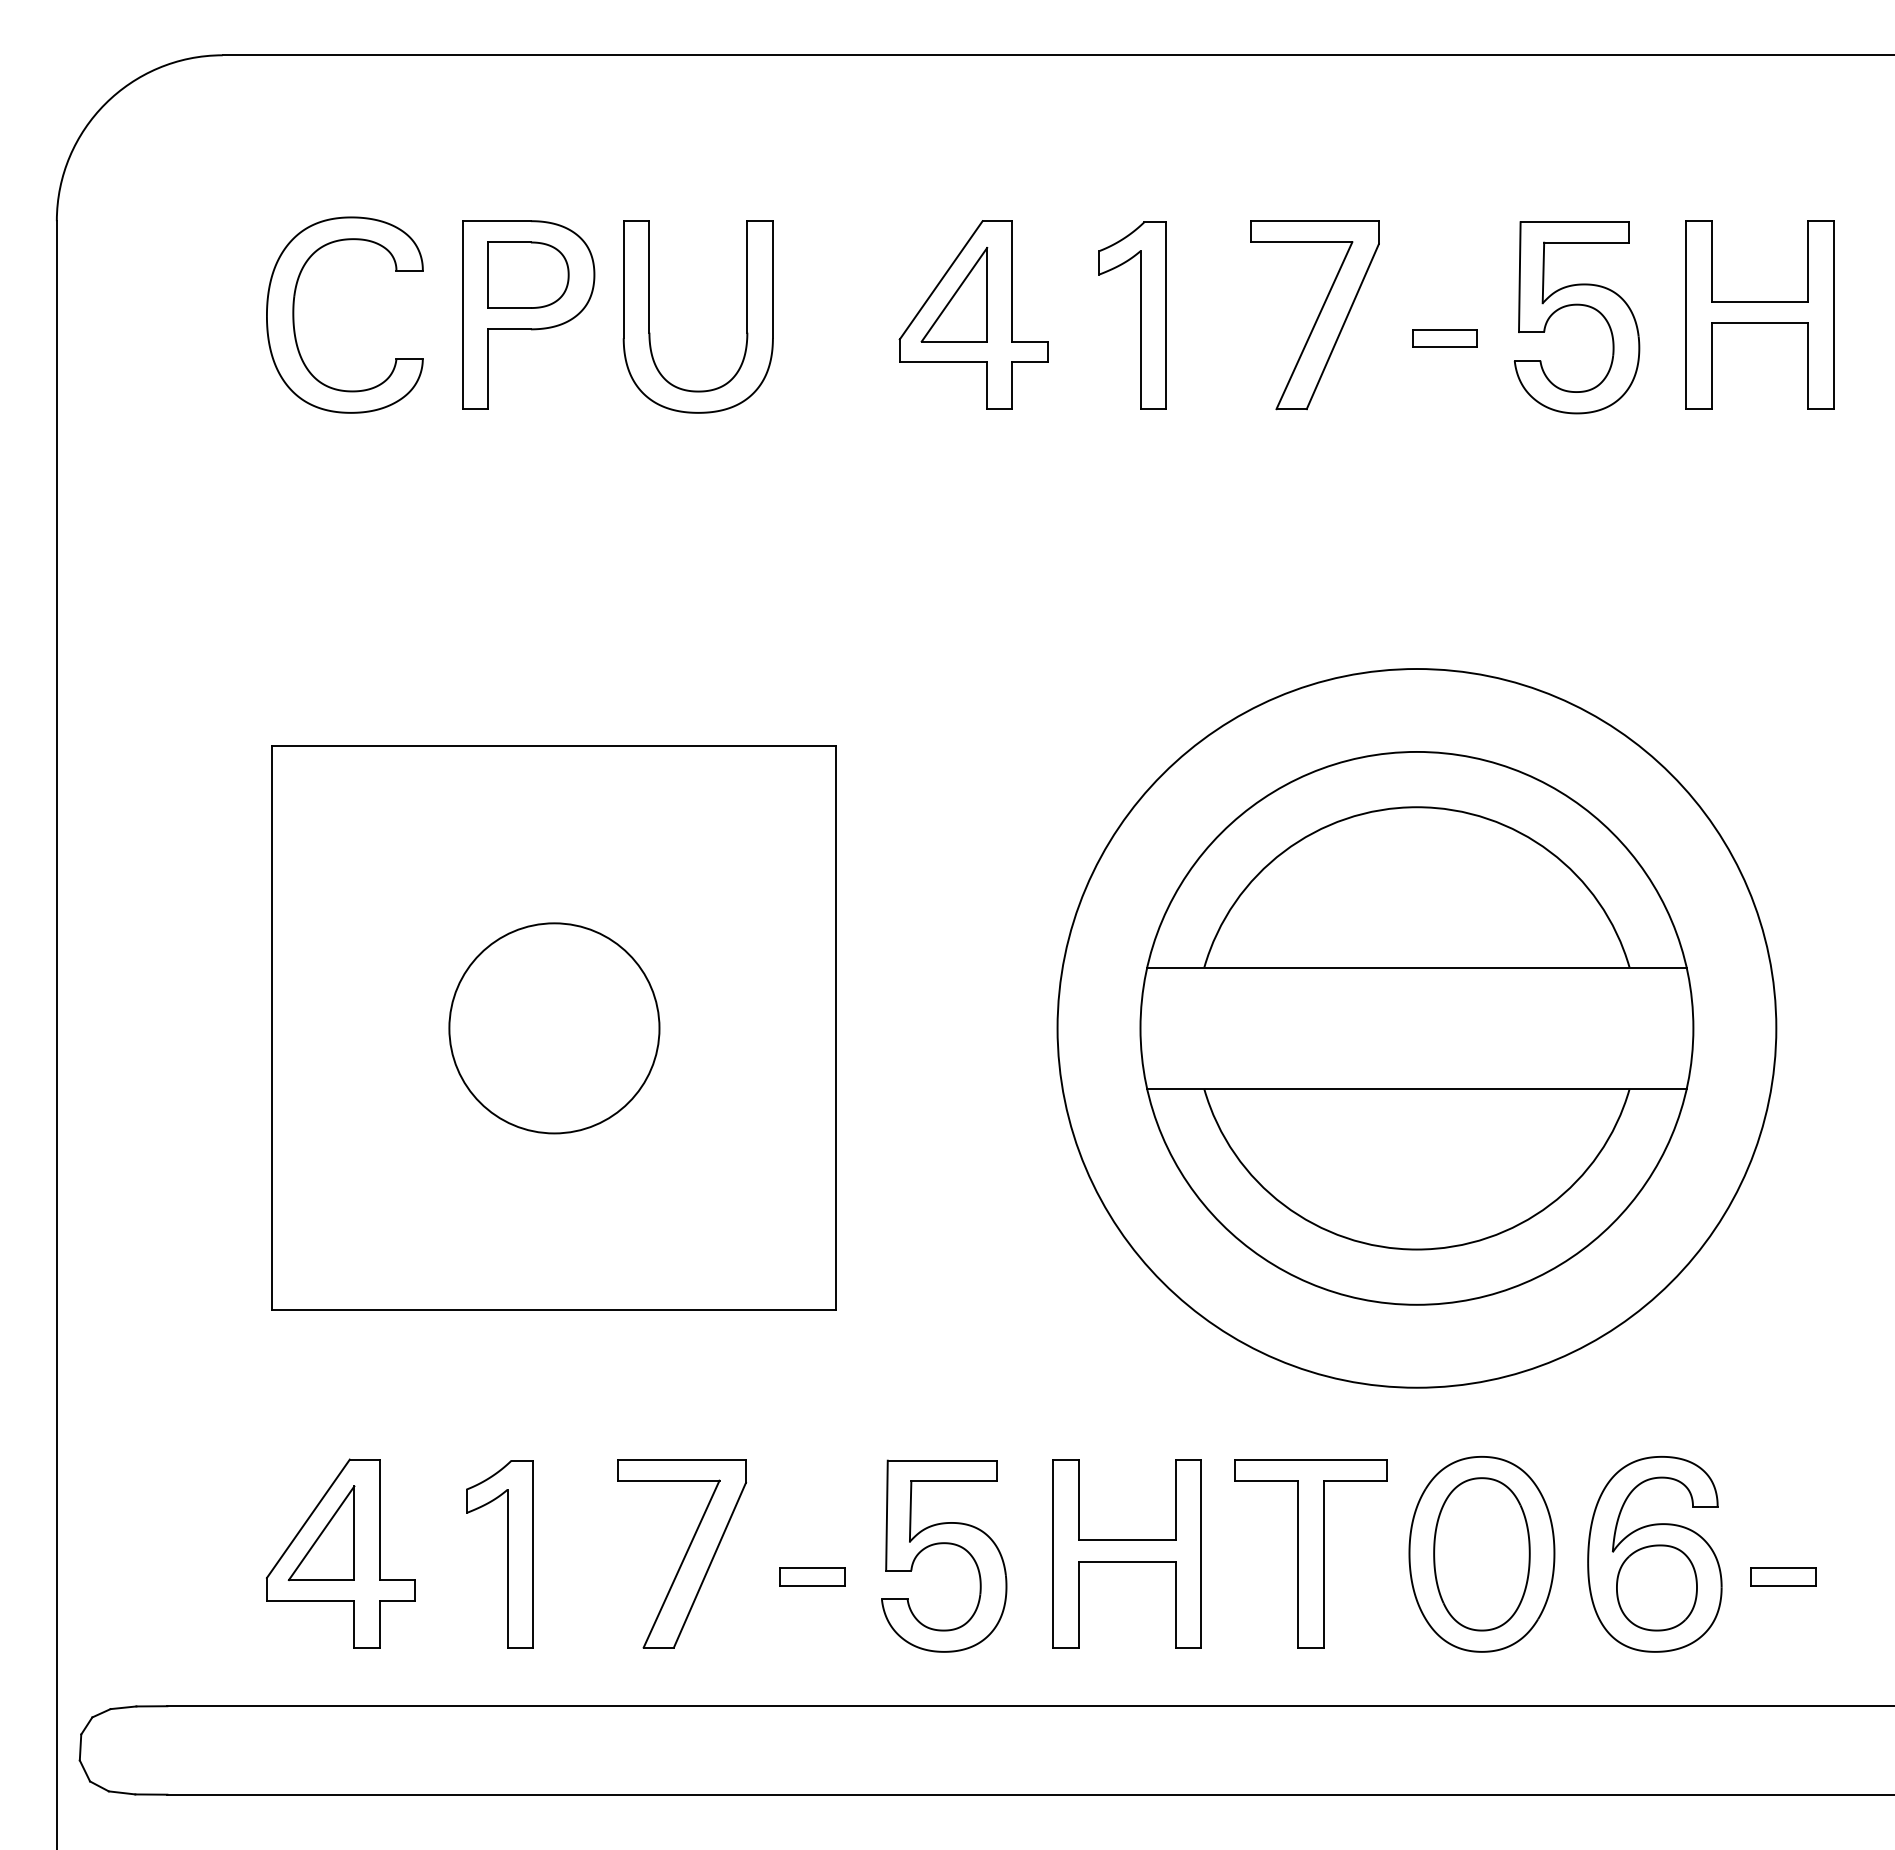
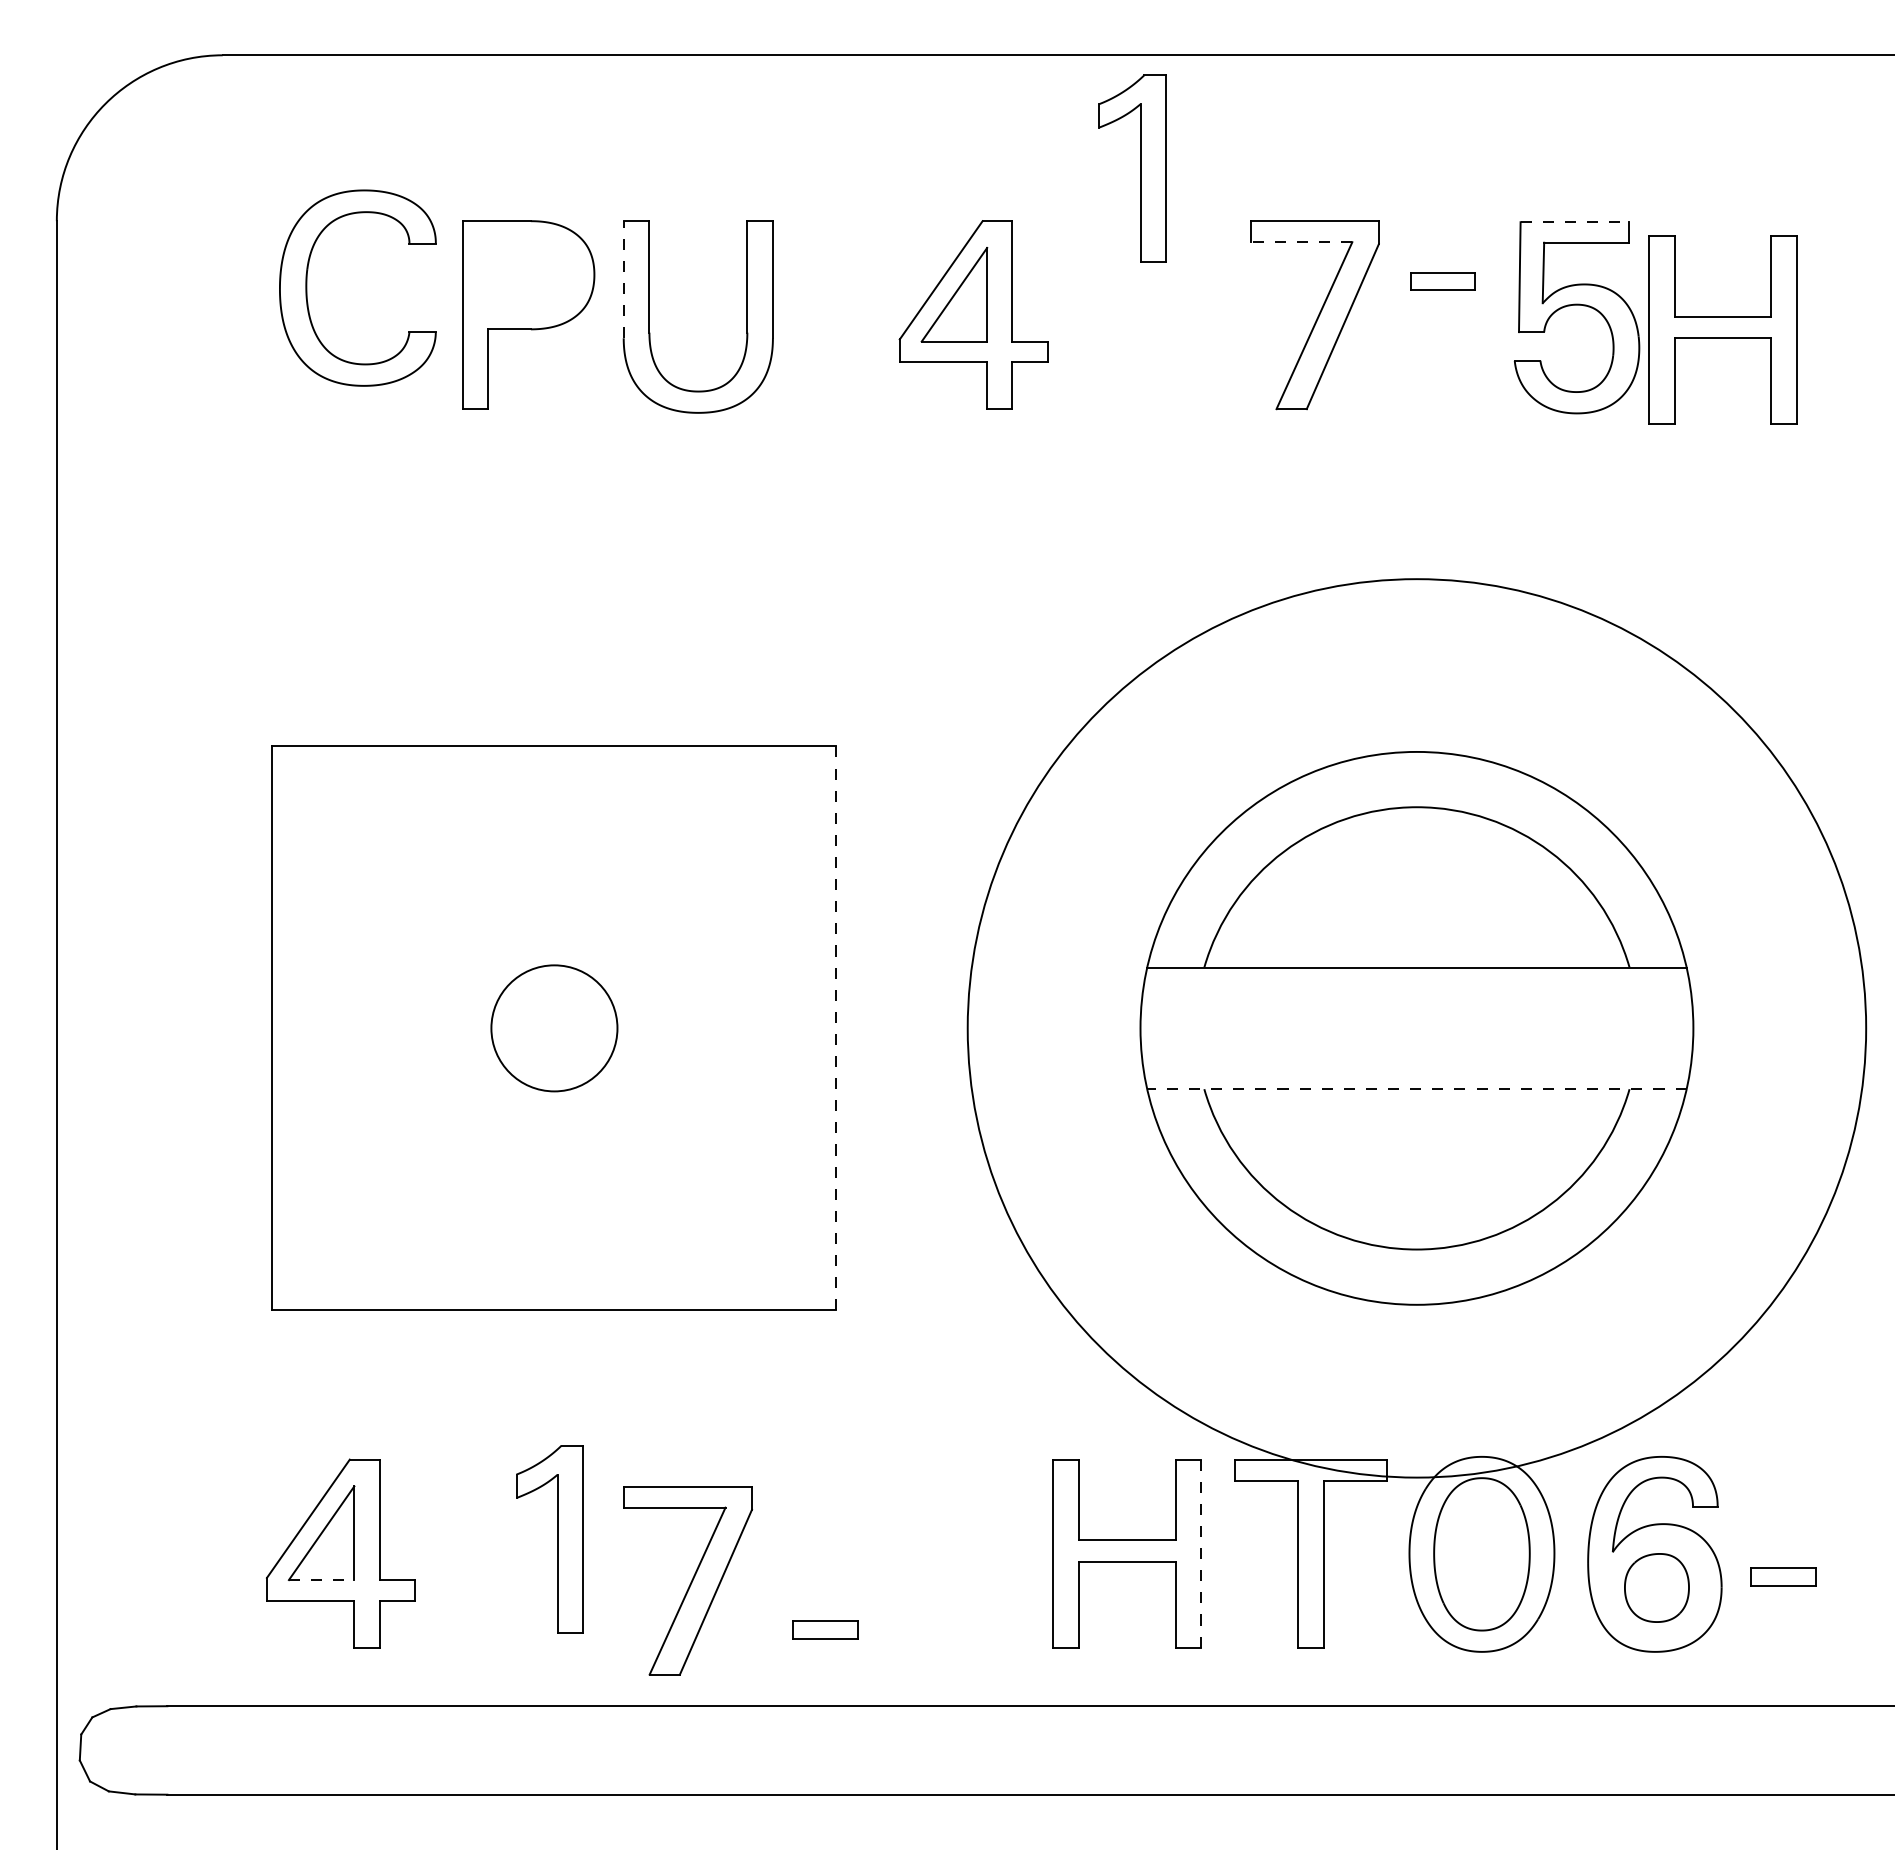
line at (1575, 222): solid -> dashed
line at (1301, 242): solid -> dashed
part at (528, 274): present -> none
line at (623, 279): solid -> dashed
part at (294, 314) position: (294, 314) -> (307, 287)
part at (1759, 314) position: (1759, 314) -> (1722, 329)
part at (1140, 315) position: (1140, 315) -> (1140, 168)
part at (1444, 338) position: (1444, 338) -> (1442, 281)
circle at (554, 1028) diameter: 210 px -> 126 px
line at (836, 1028): solid -> dashed
circle at (1416, 1028) diameter: 719 px -> 898 px
line at (1416, 1089): solid -> dashed
part at (944, 1544): present -> none
part at (681, 1553) position: (681, 1553) -> (687, 1580)
line at (1201, 1553): solid -> dashed
part at (507, 1554) position: (507, 1554) -> (557, 1539)
part at (812, 1576) position: (812, 1576) -> (825, 1629)
line at (321, 1580): solid -> dashed
part at (1656, 1587) size: 82x88 px -> 66x70 px
